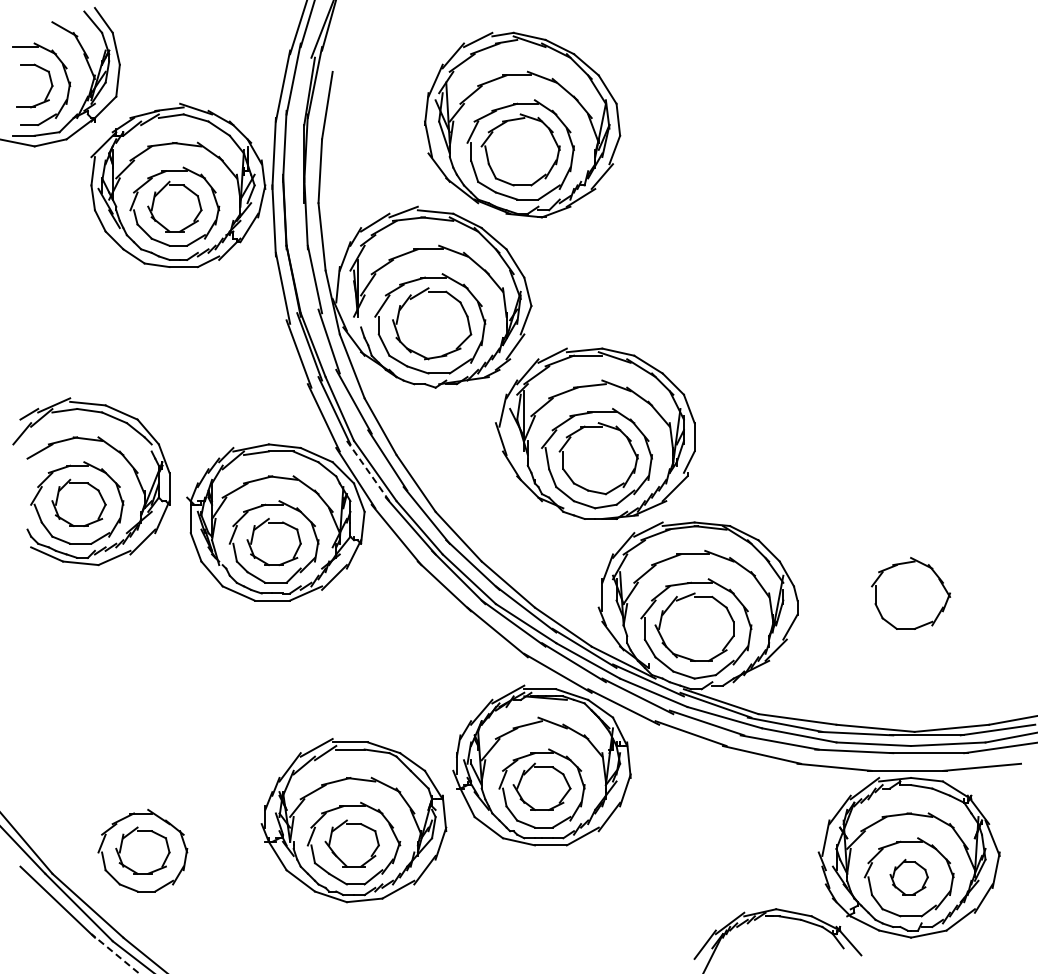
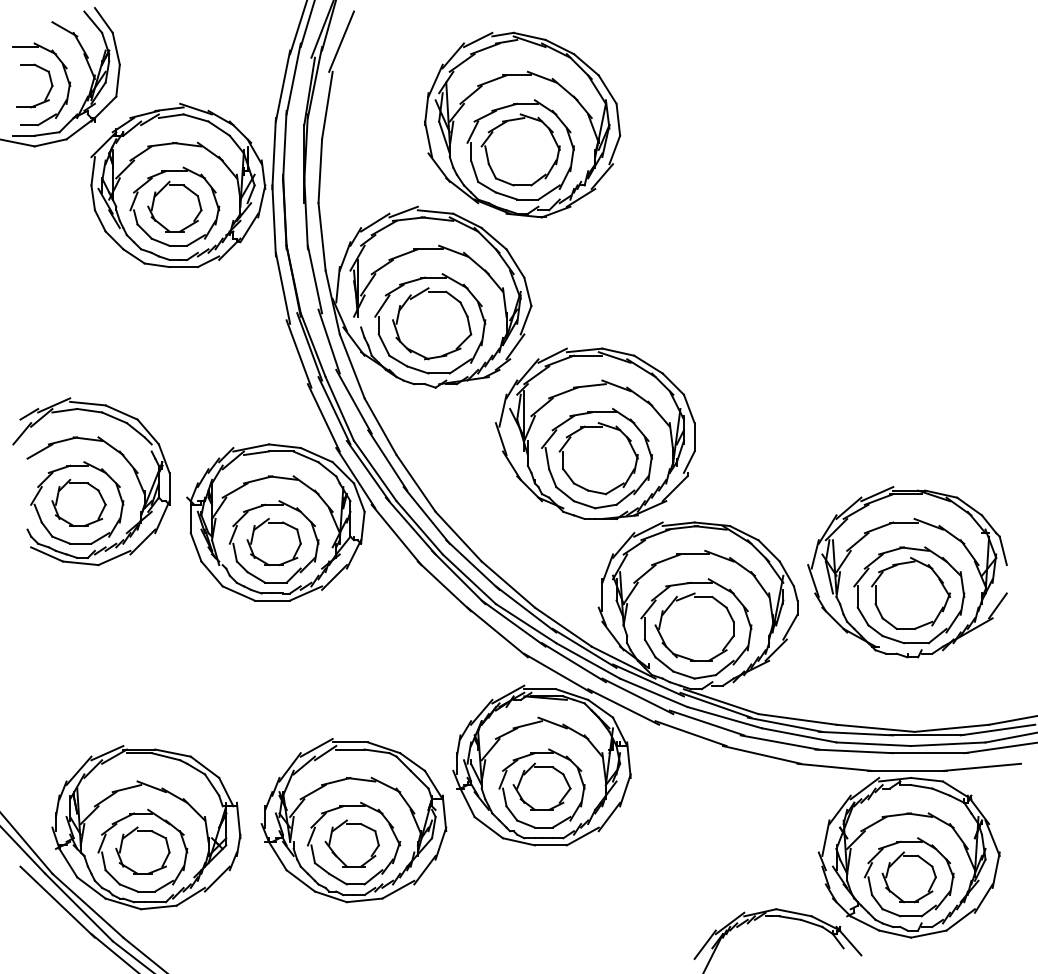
line at (341, 41): none -> present
line at (368, 471): dashed -> solid
part at (907, 572): none -> present
part at (146, 827): none -> present
part at (908, 876) size: 40x38 px -> 56x53 px
line at (115, 953): dashed -> solid
